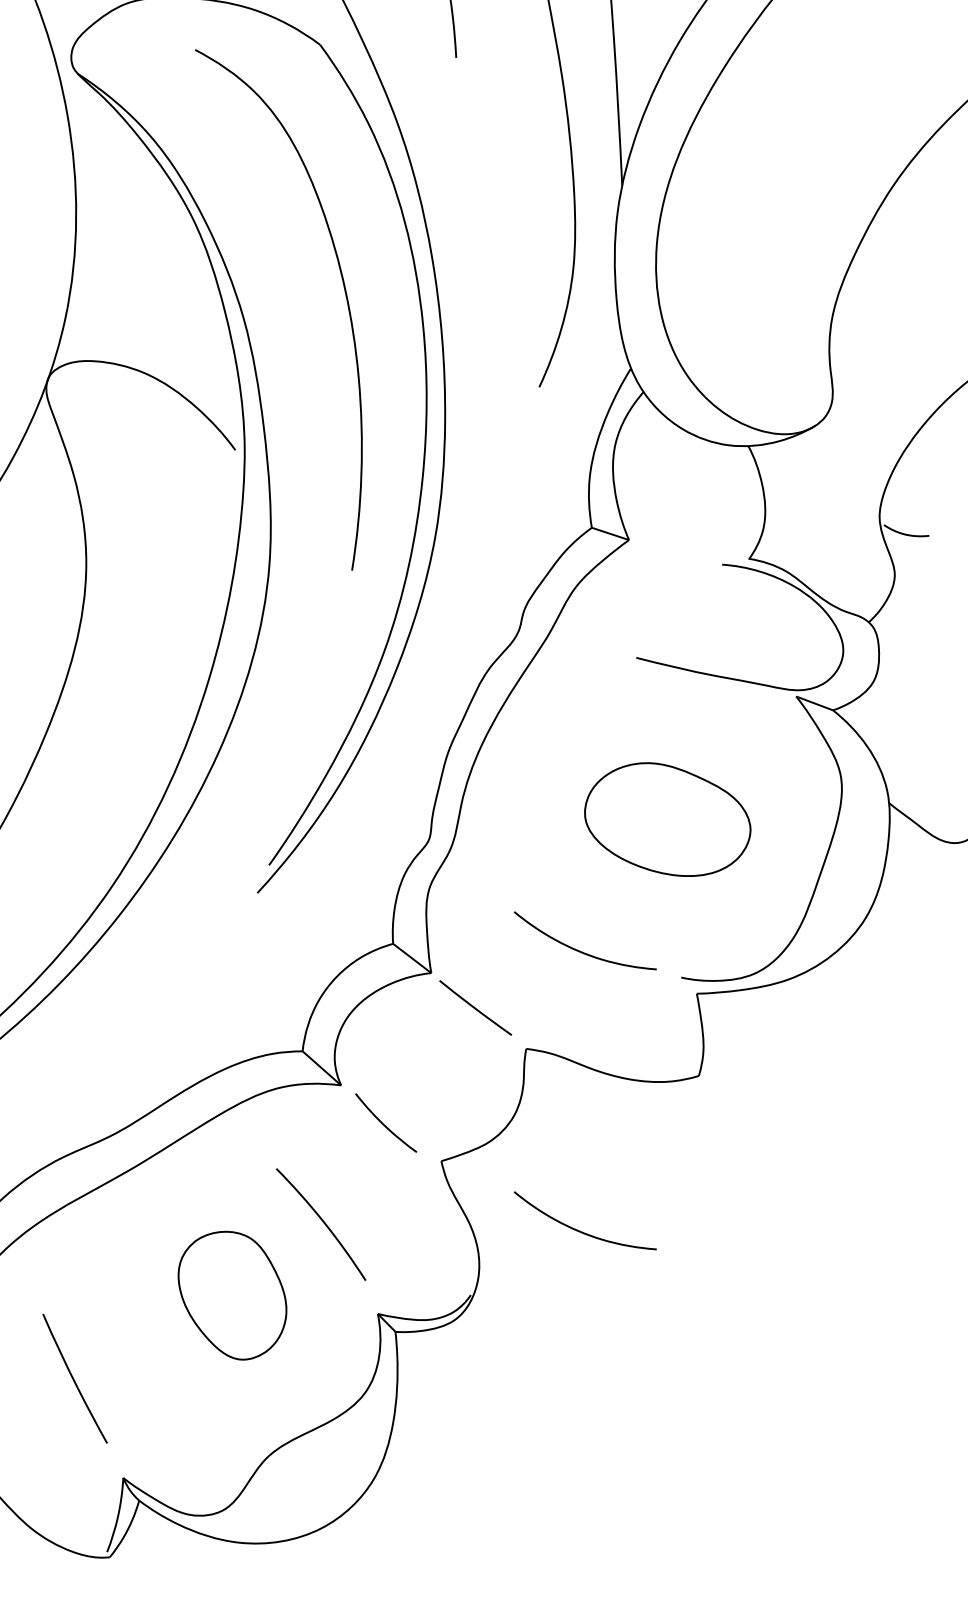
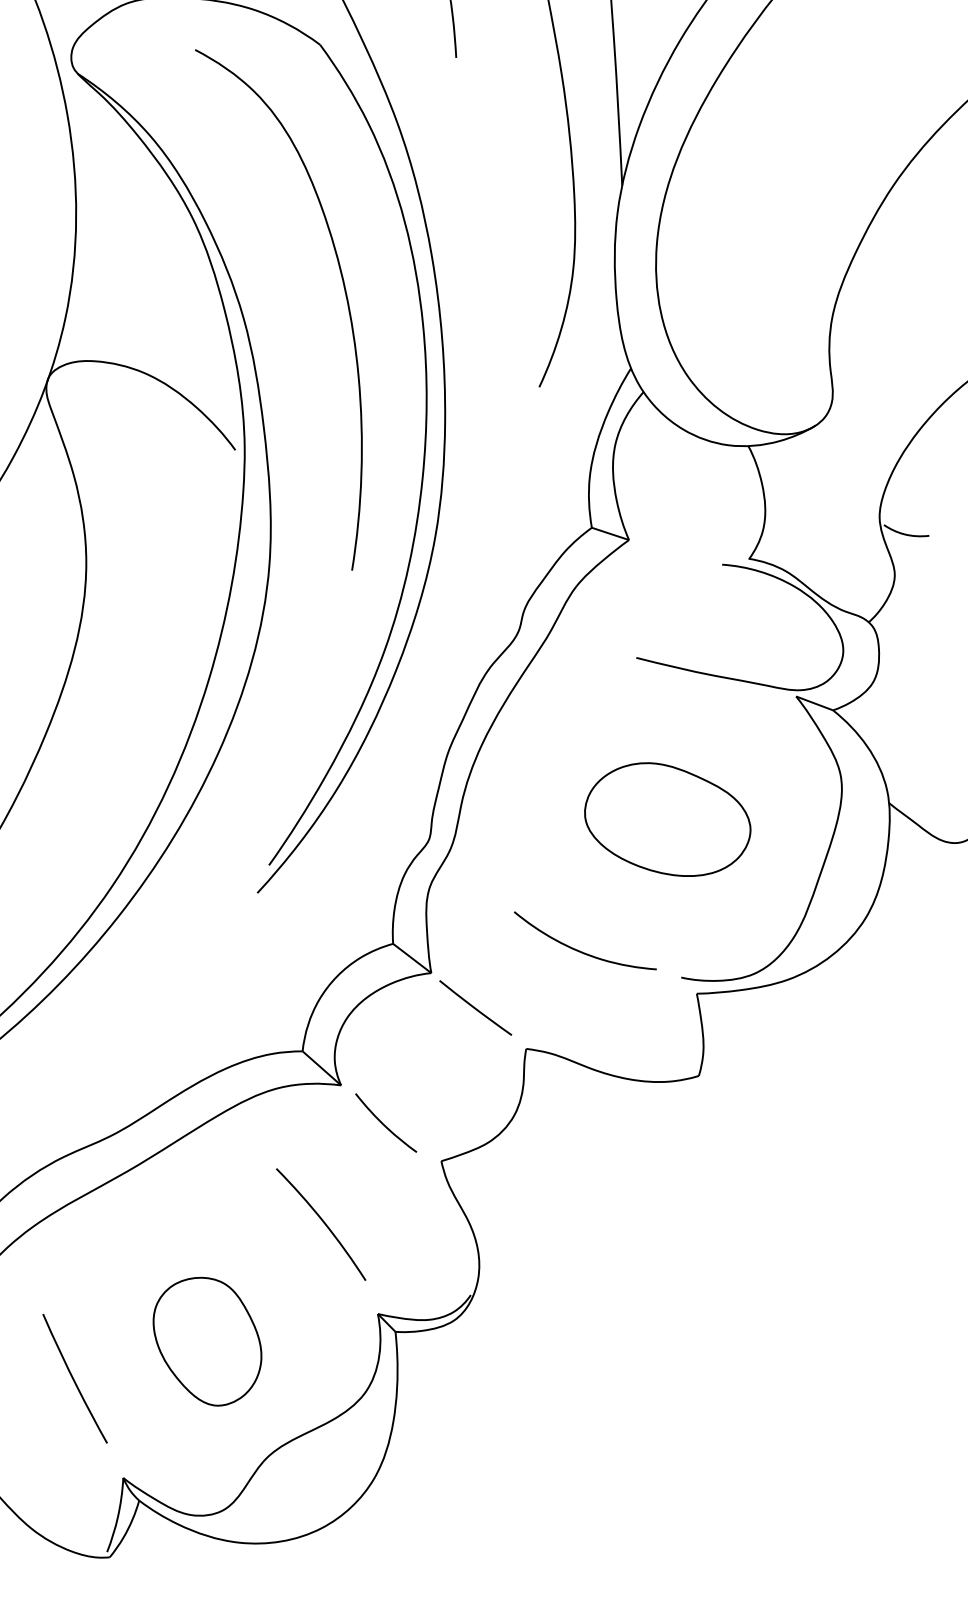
curve at (580, 1230): present -> none
part at (232, 1295) position: (232, 1295) -> (207, 1341)
